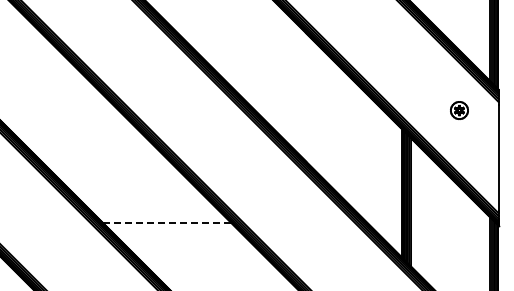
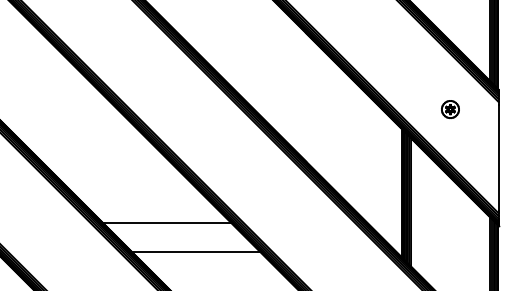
part at (459, 110) position: (459, 110) -> (450, 109)
line at (166, 222): dashed -> solid
line at (195, 251): none -> present
